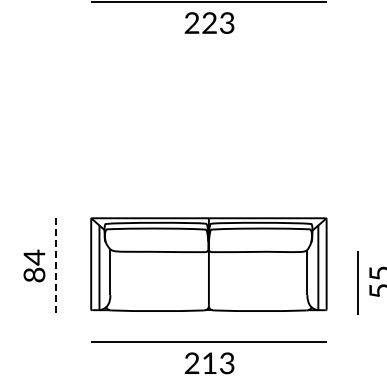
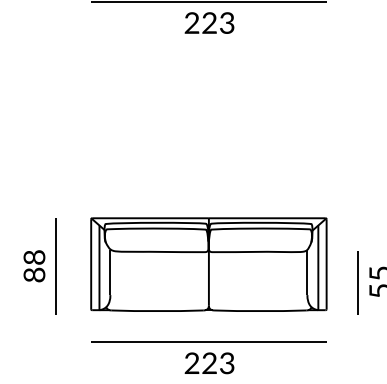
text at (34, 257): 84 -> 88
line at (55, 266): dashed -> solid
text at (209, 362): 213 -> 223
